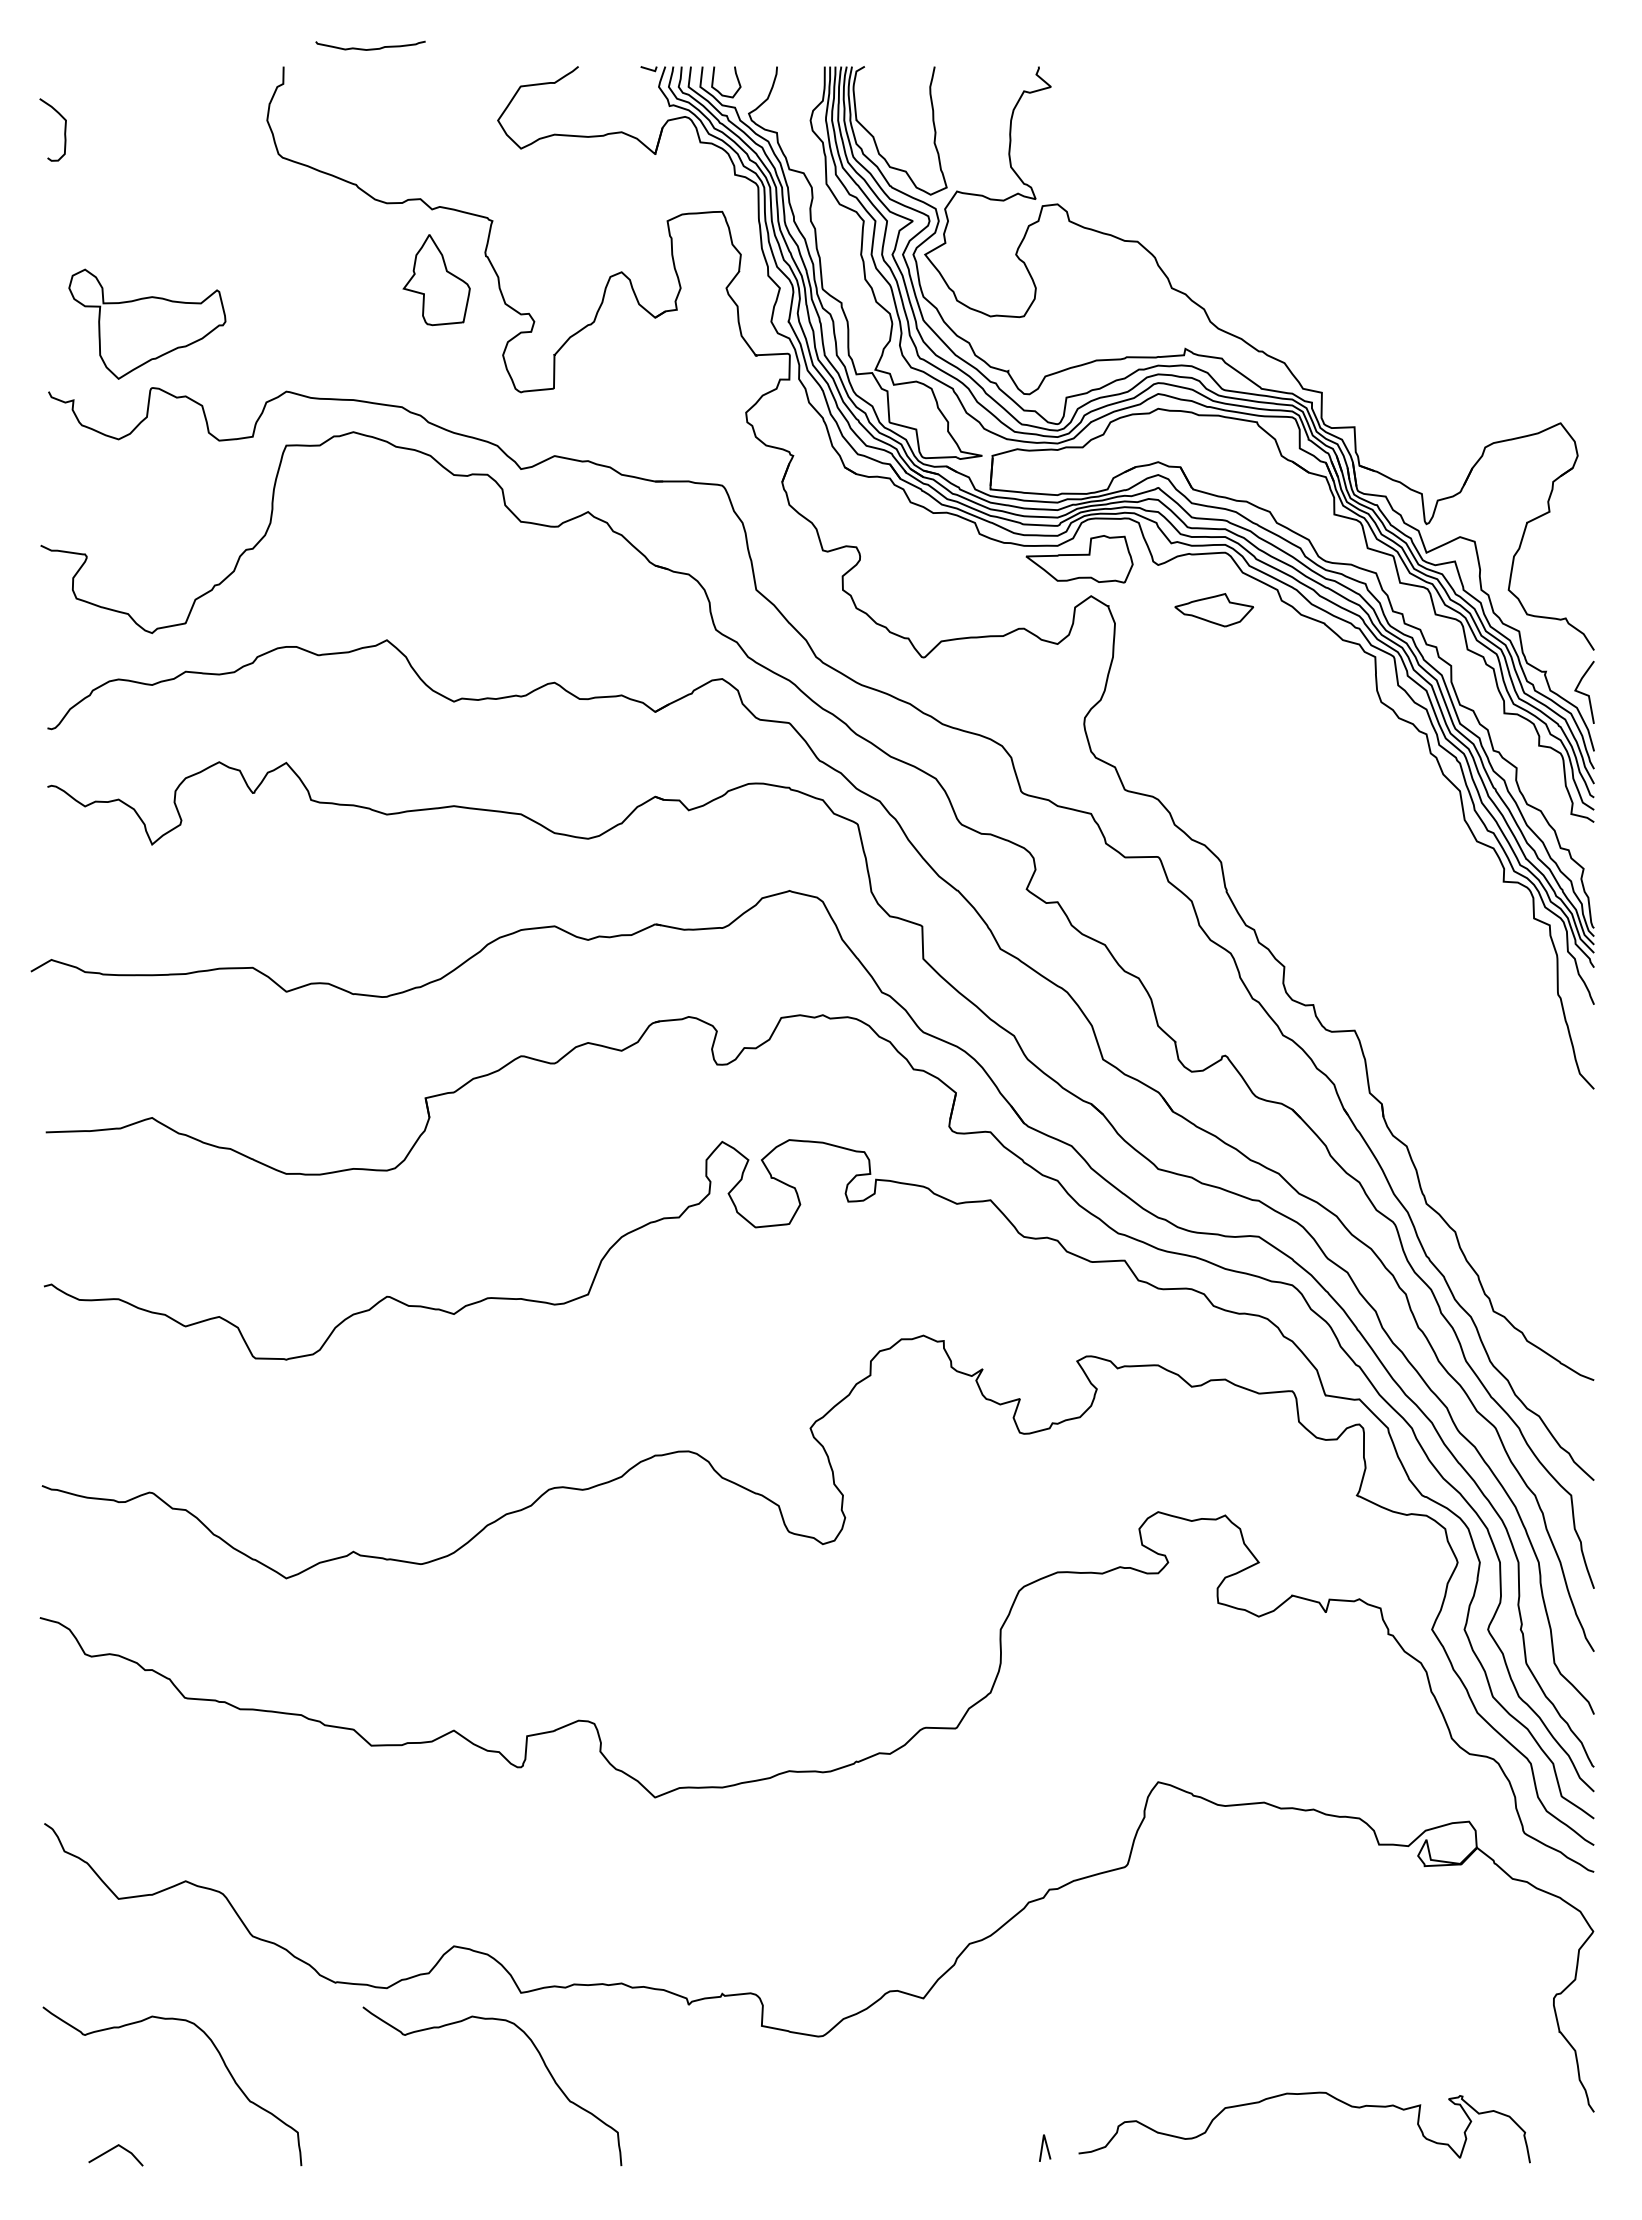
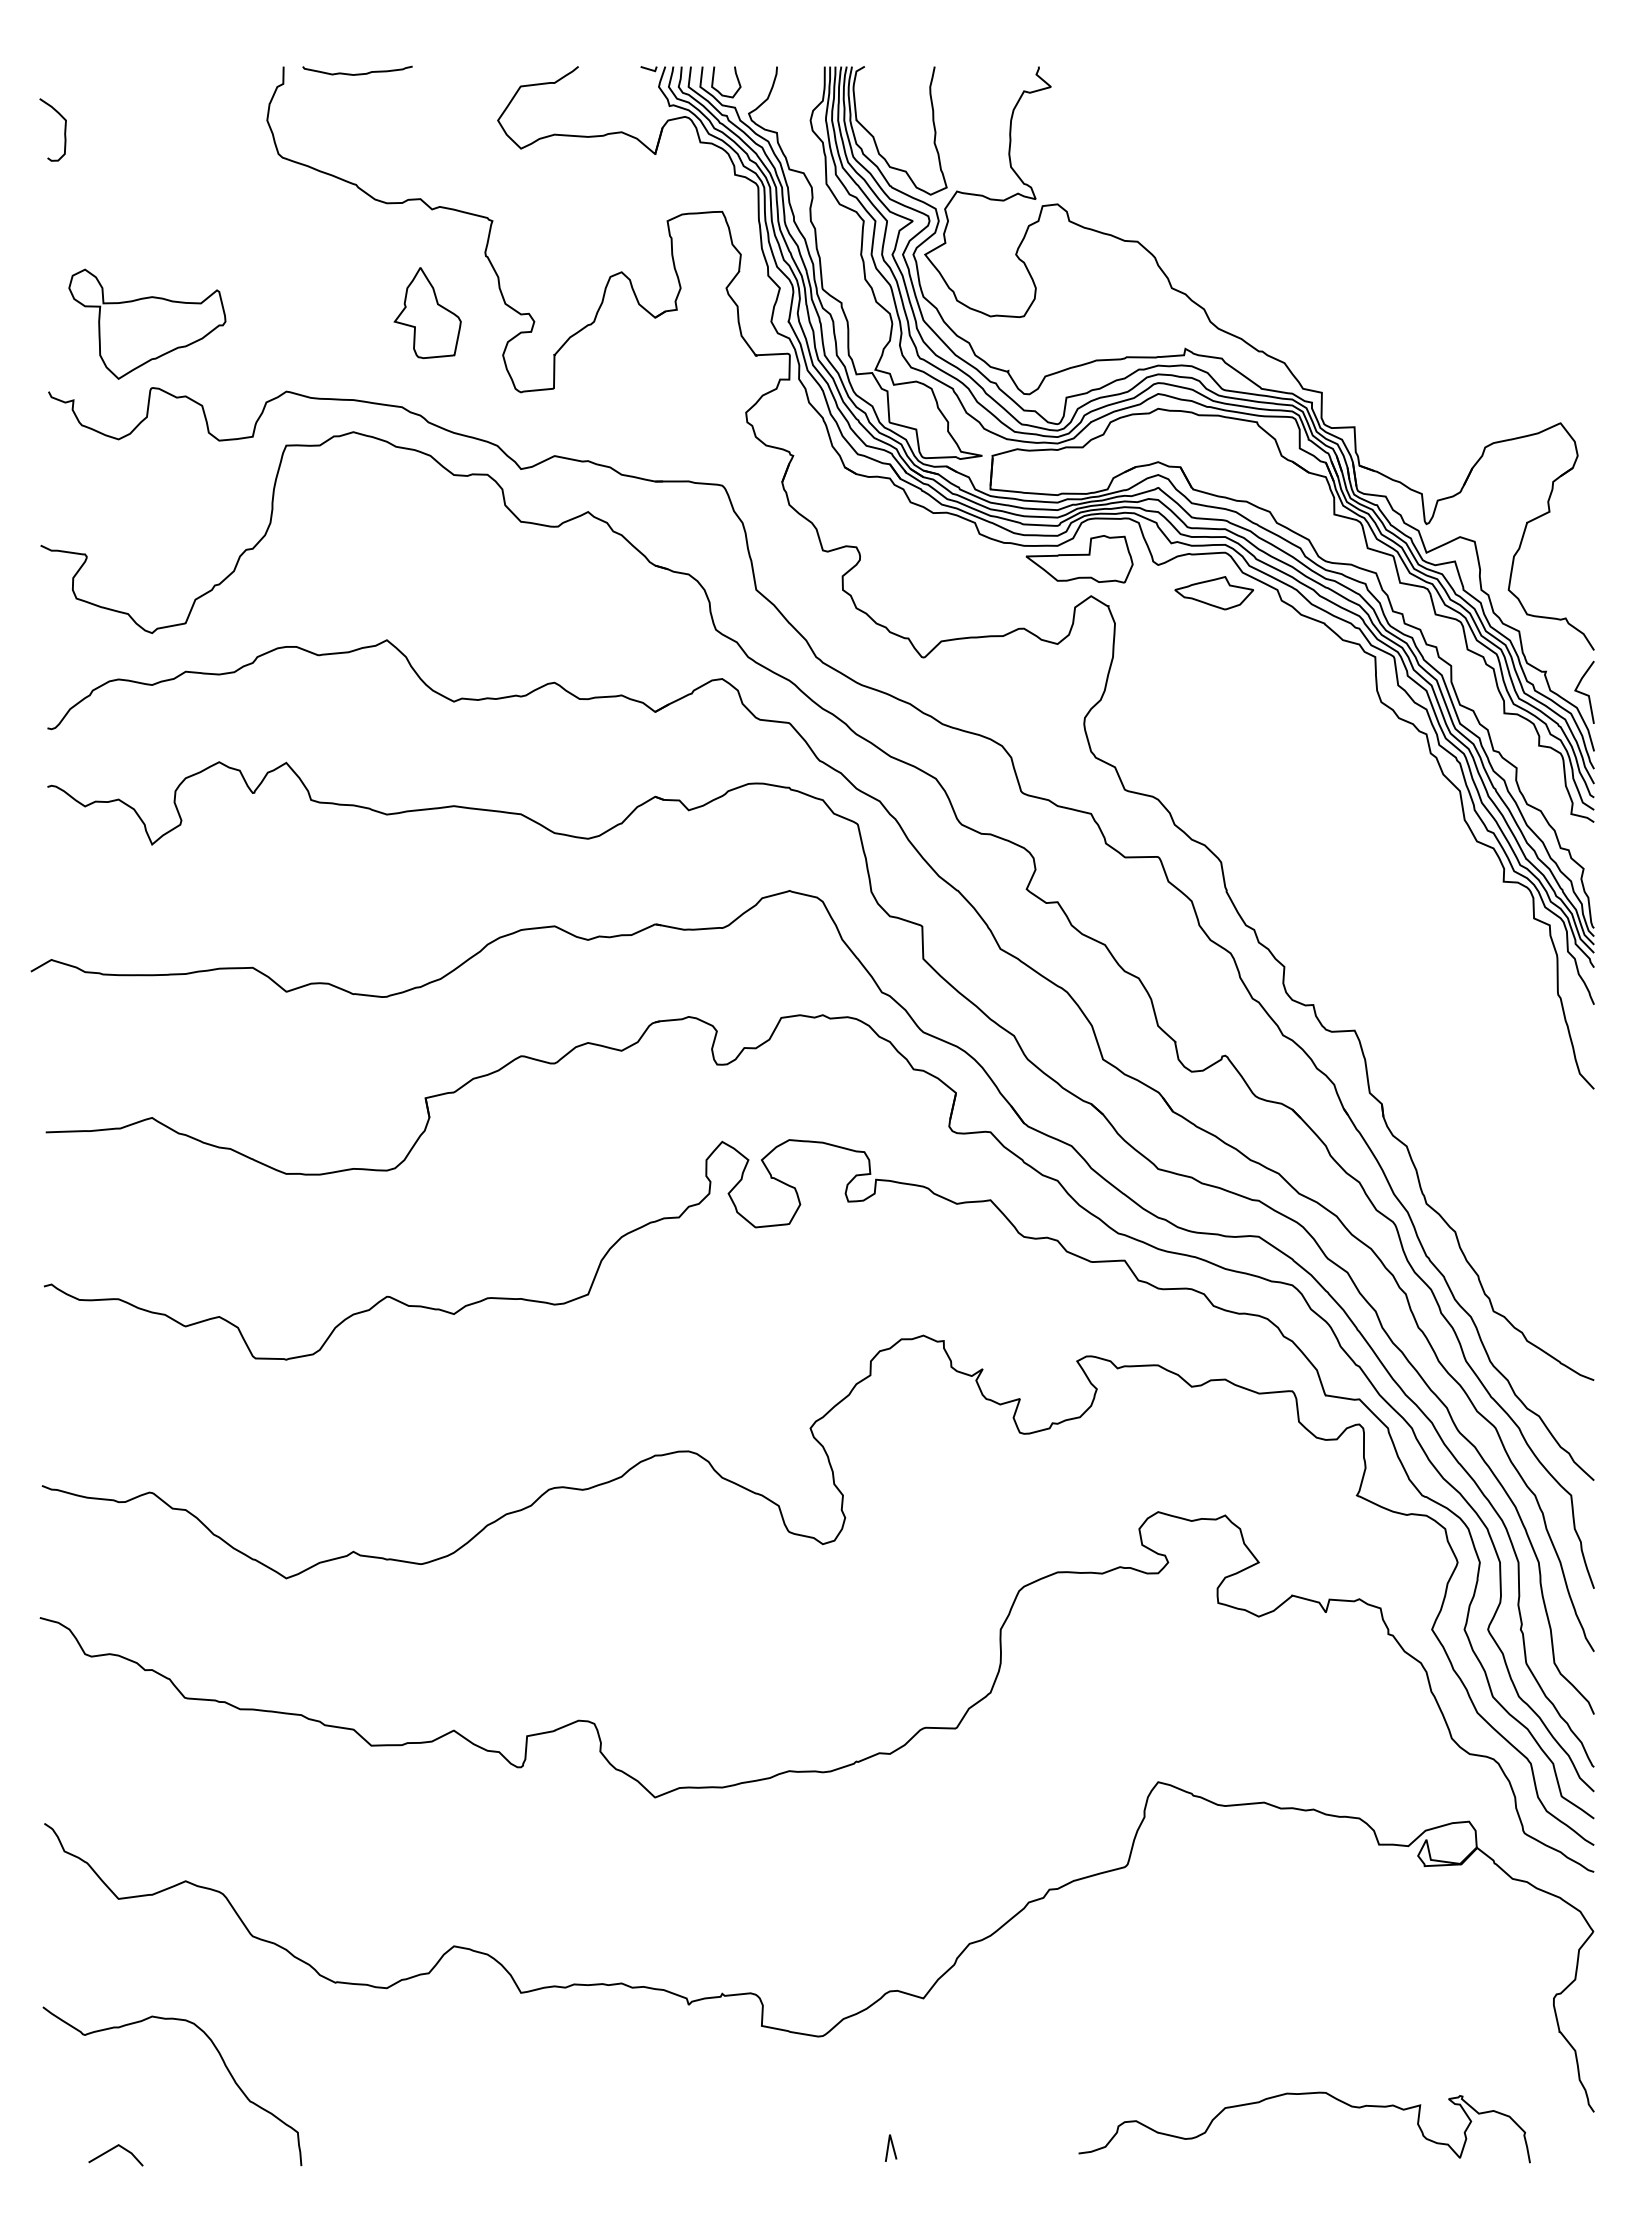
curve at (370, 48) position: (370, 48) -> (357, 73)
part at (436, 280) position: (436, 280) -> (427, 313)
part at (1214, 610) position: (1214, 610) -> (1214, 593)
curve at (542, 2061): present -> none
line at (1046, 2147) position: (1046, 2147) -> (892, 2147)
